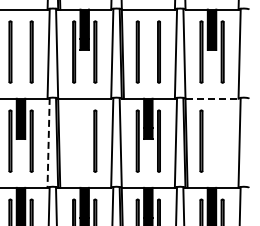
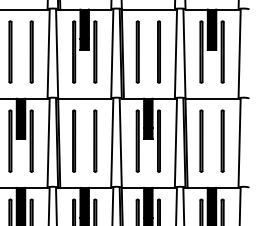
line at (212, 98): dashed -> solid
line at (74, 140): none -> present
line at (222, 140): none -> present
line at (48, 142): dashed -> solid
